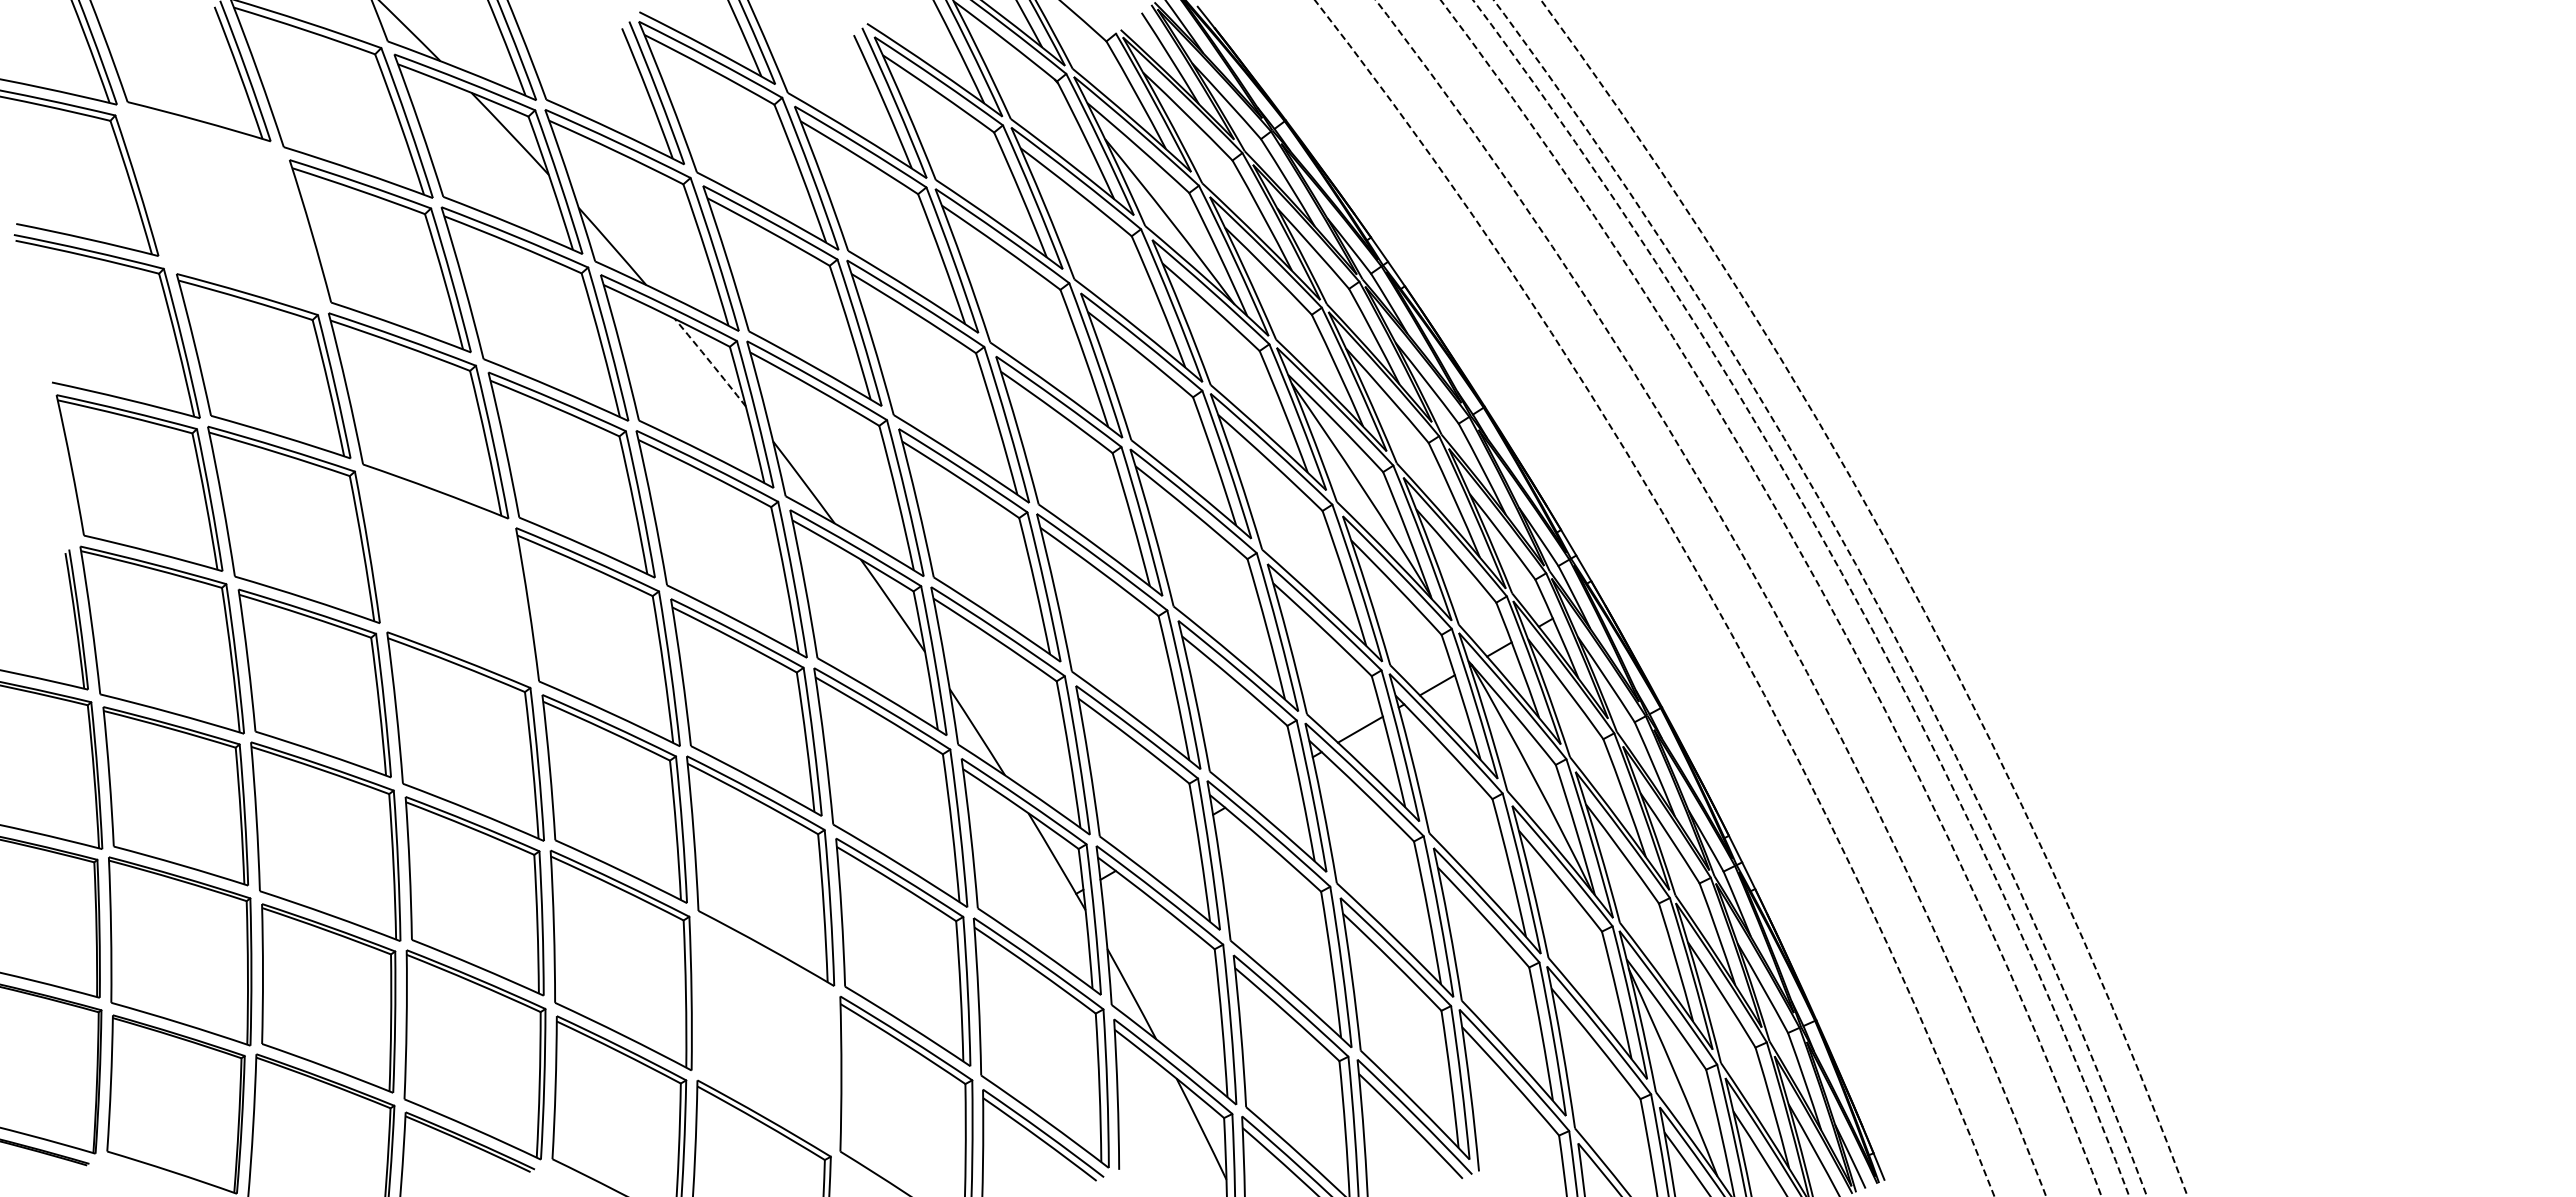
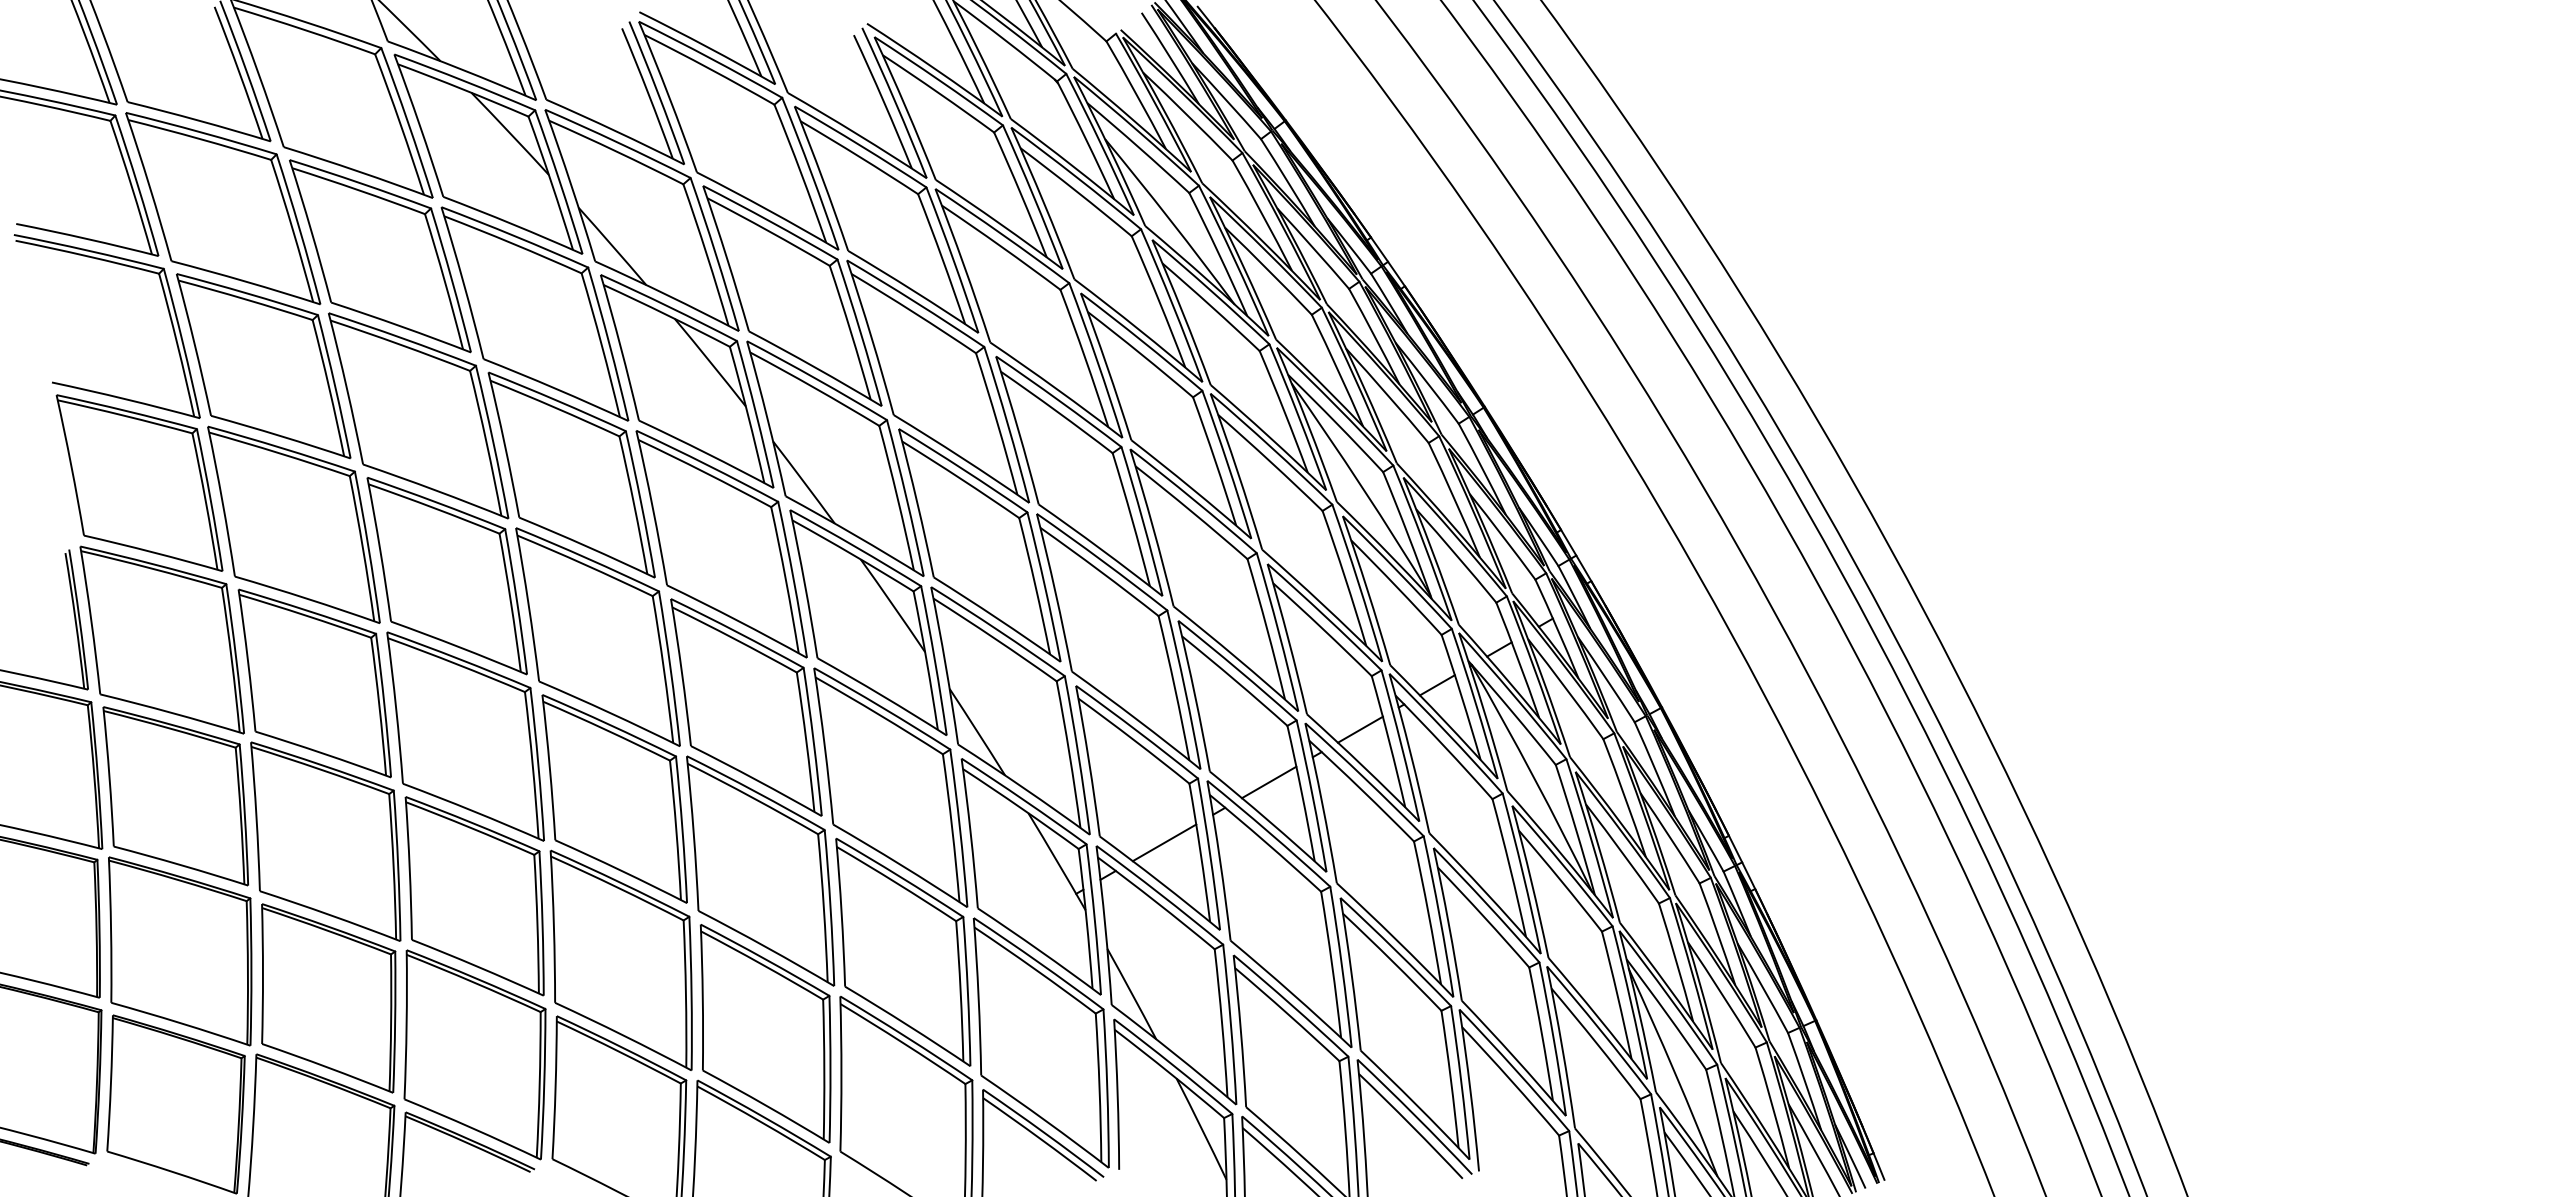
part at (223, 208): none -> present
arc at (710, 362): dashed -> solid
arc at (1697, 573): dashed -> solid
arc at (1753, 574): dashed -> solid
arc at (1842, 574): dashed -> solid
arc at (1861, 574): dashed -> solid
arc at (1813, 575): dashed -> solid
part at (446, 576): none -> present
arc at (1905, 576): dashed -> solid
line at (1268, 782): none -> present
line at (1164, 842): none -> present
part at (765, 1033): none -> present
